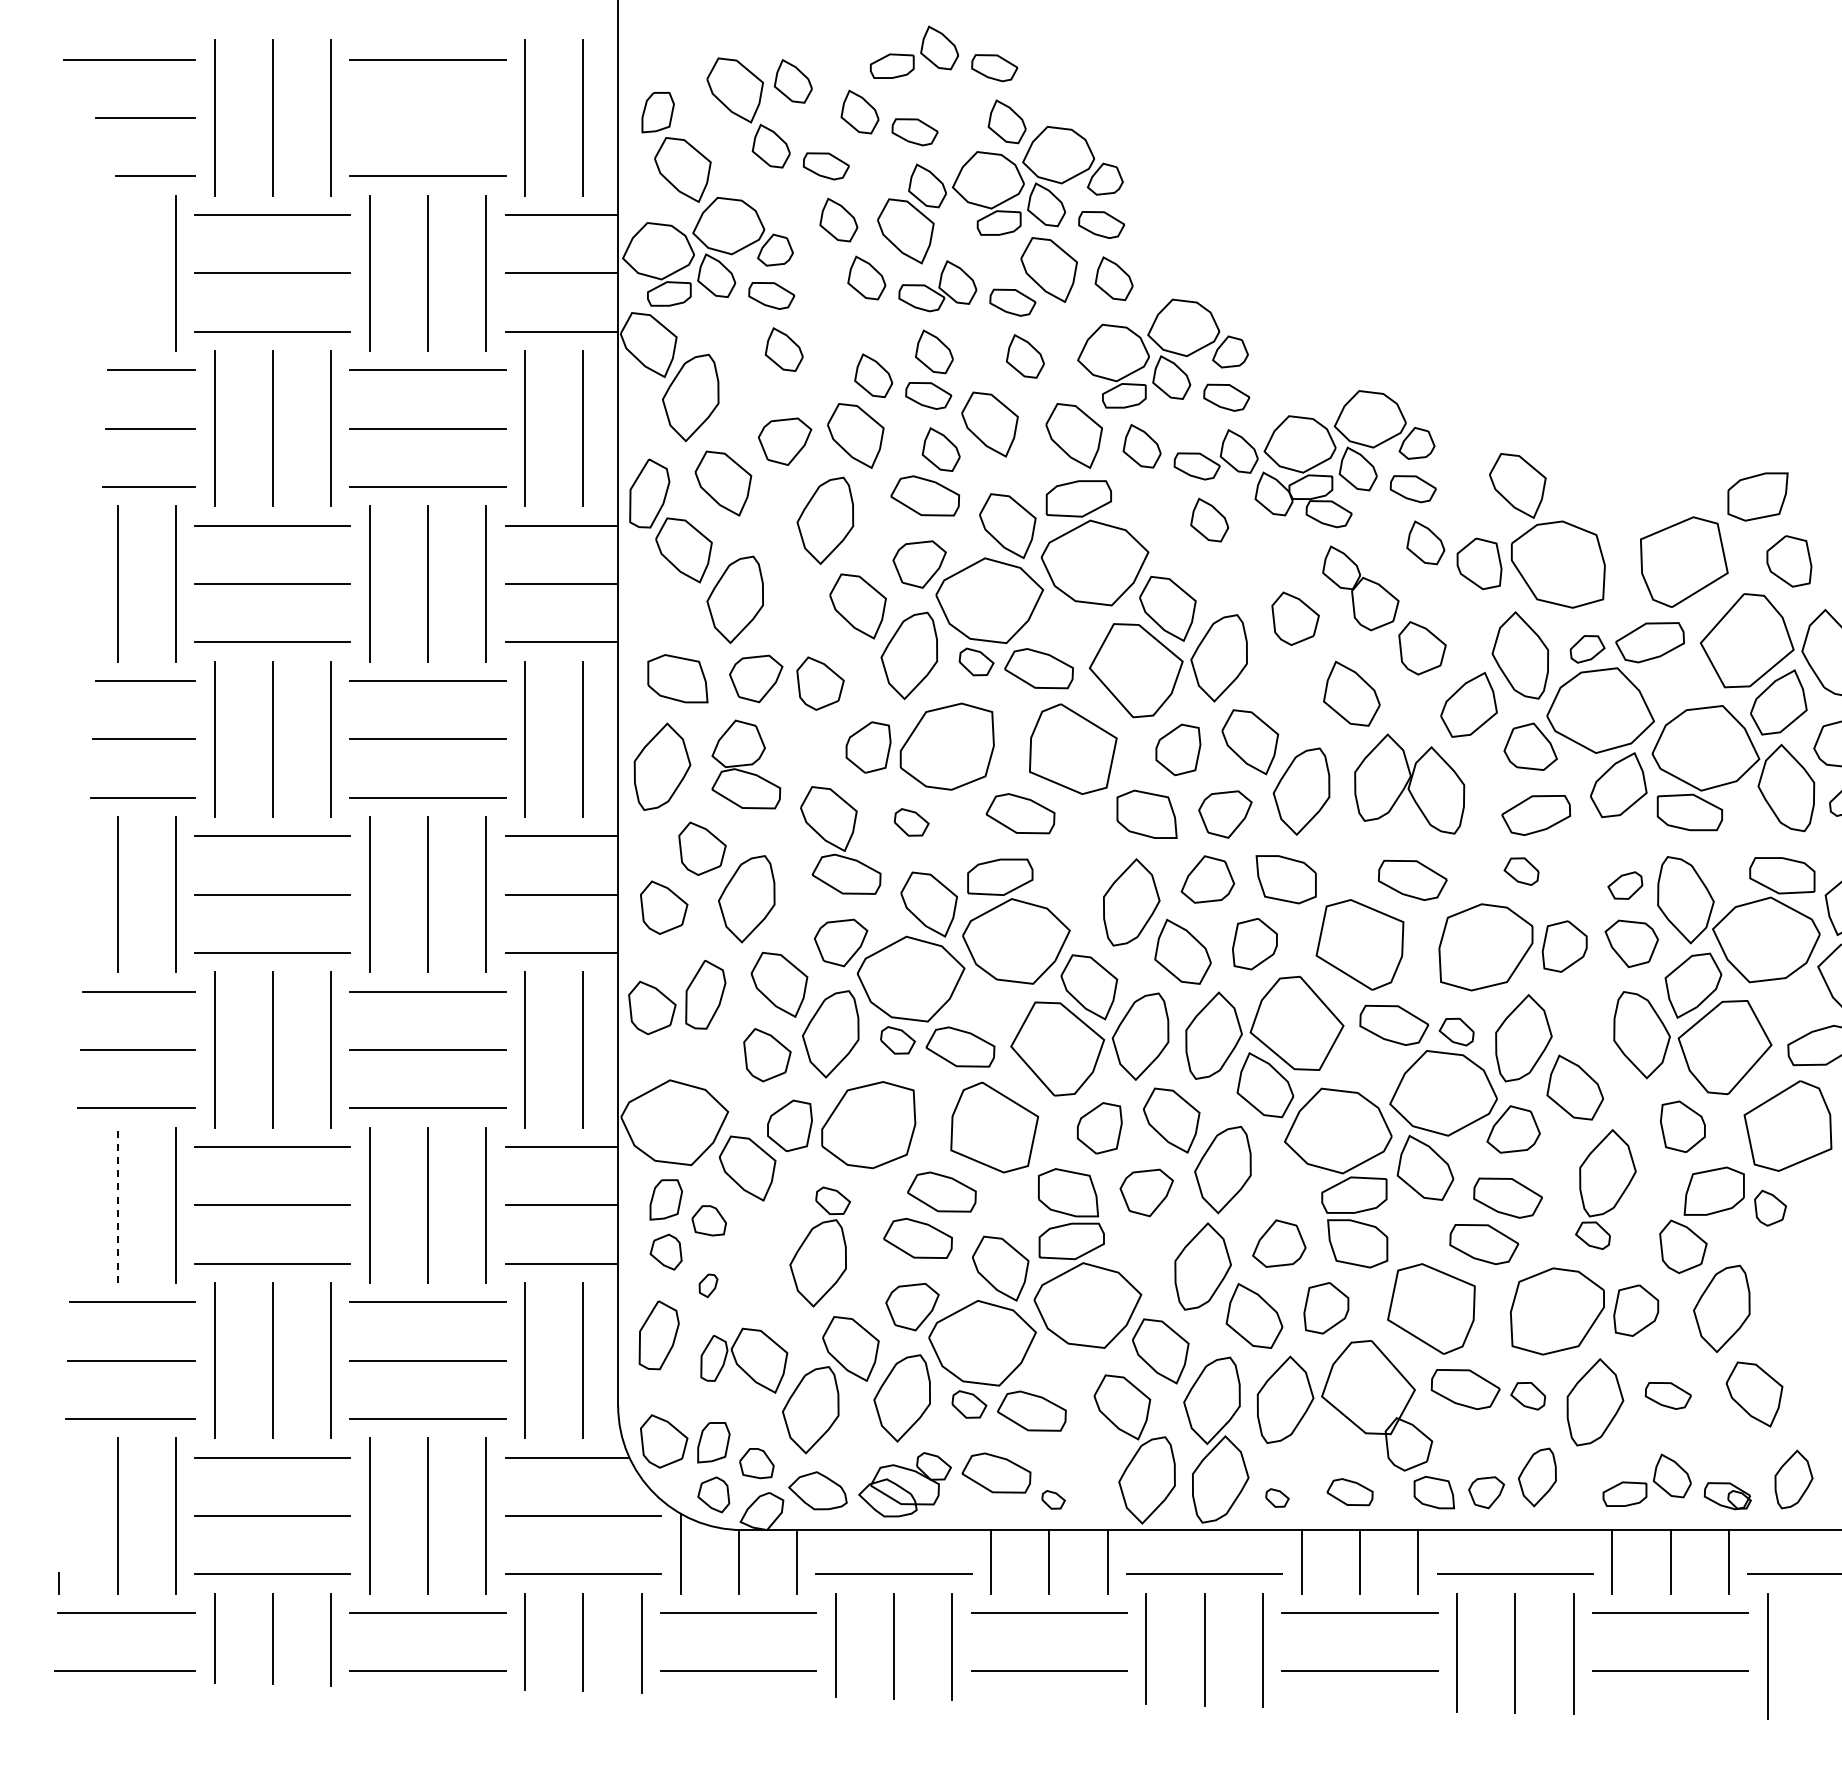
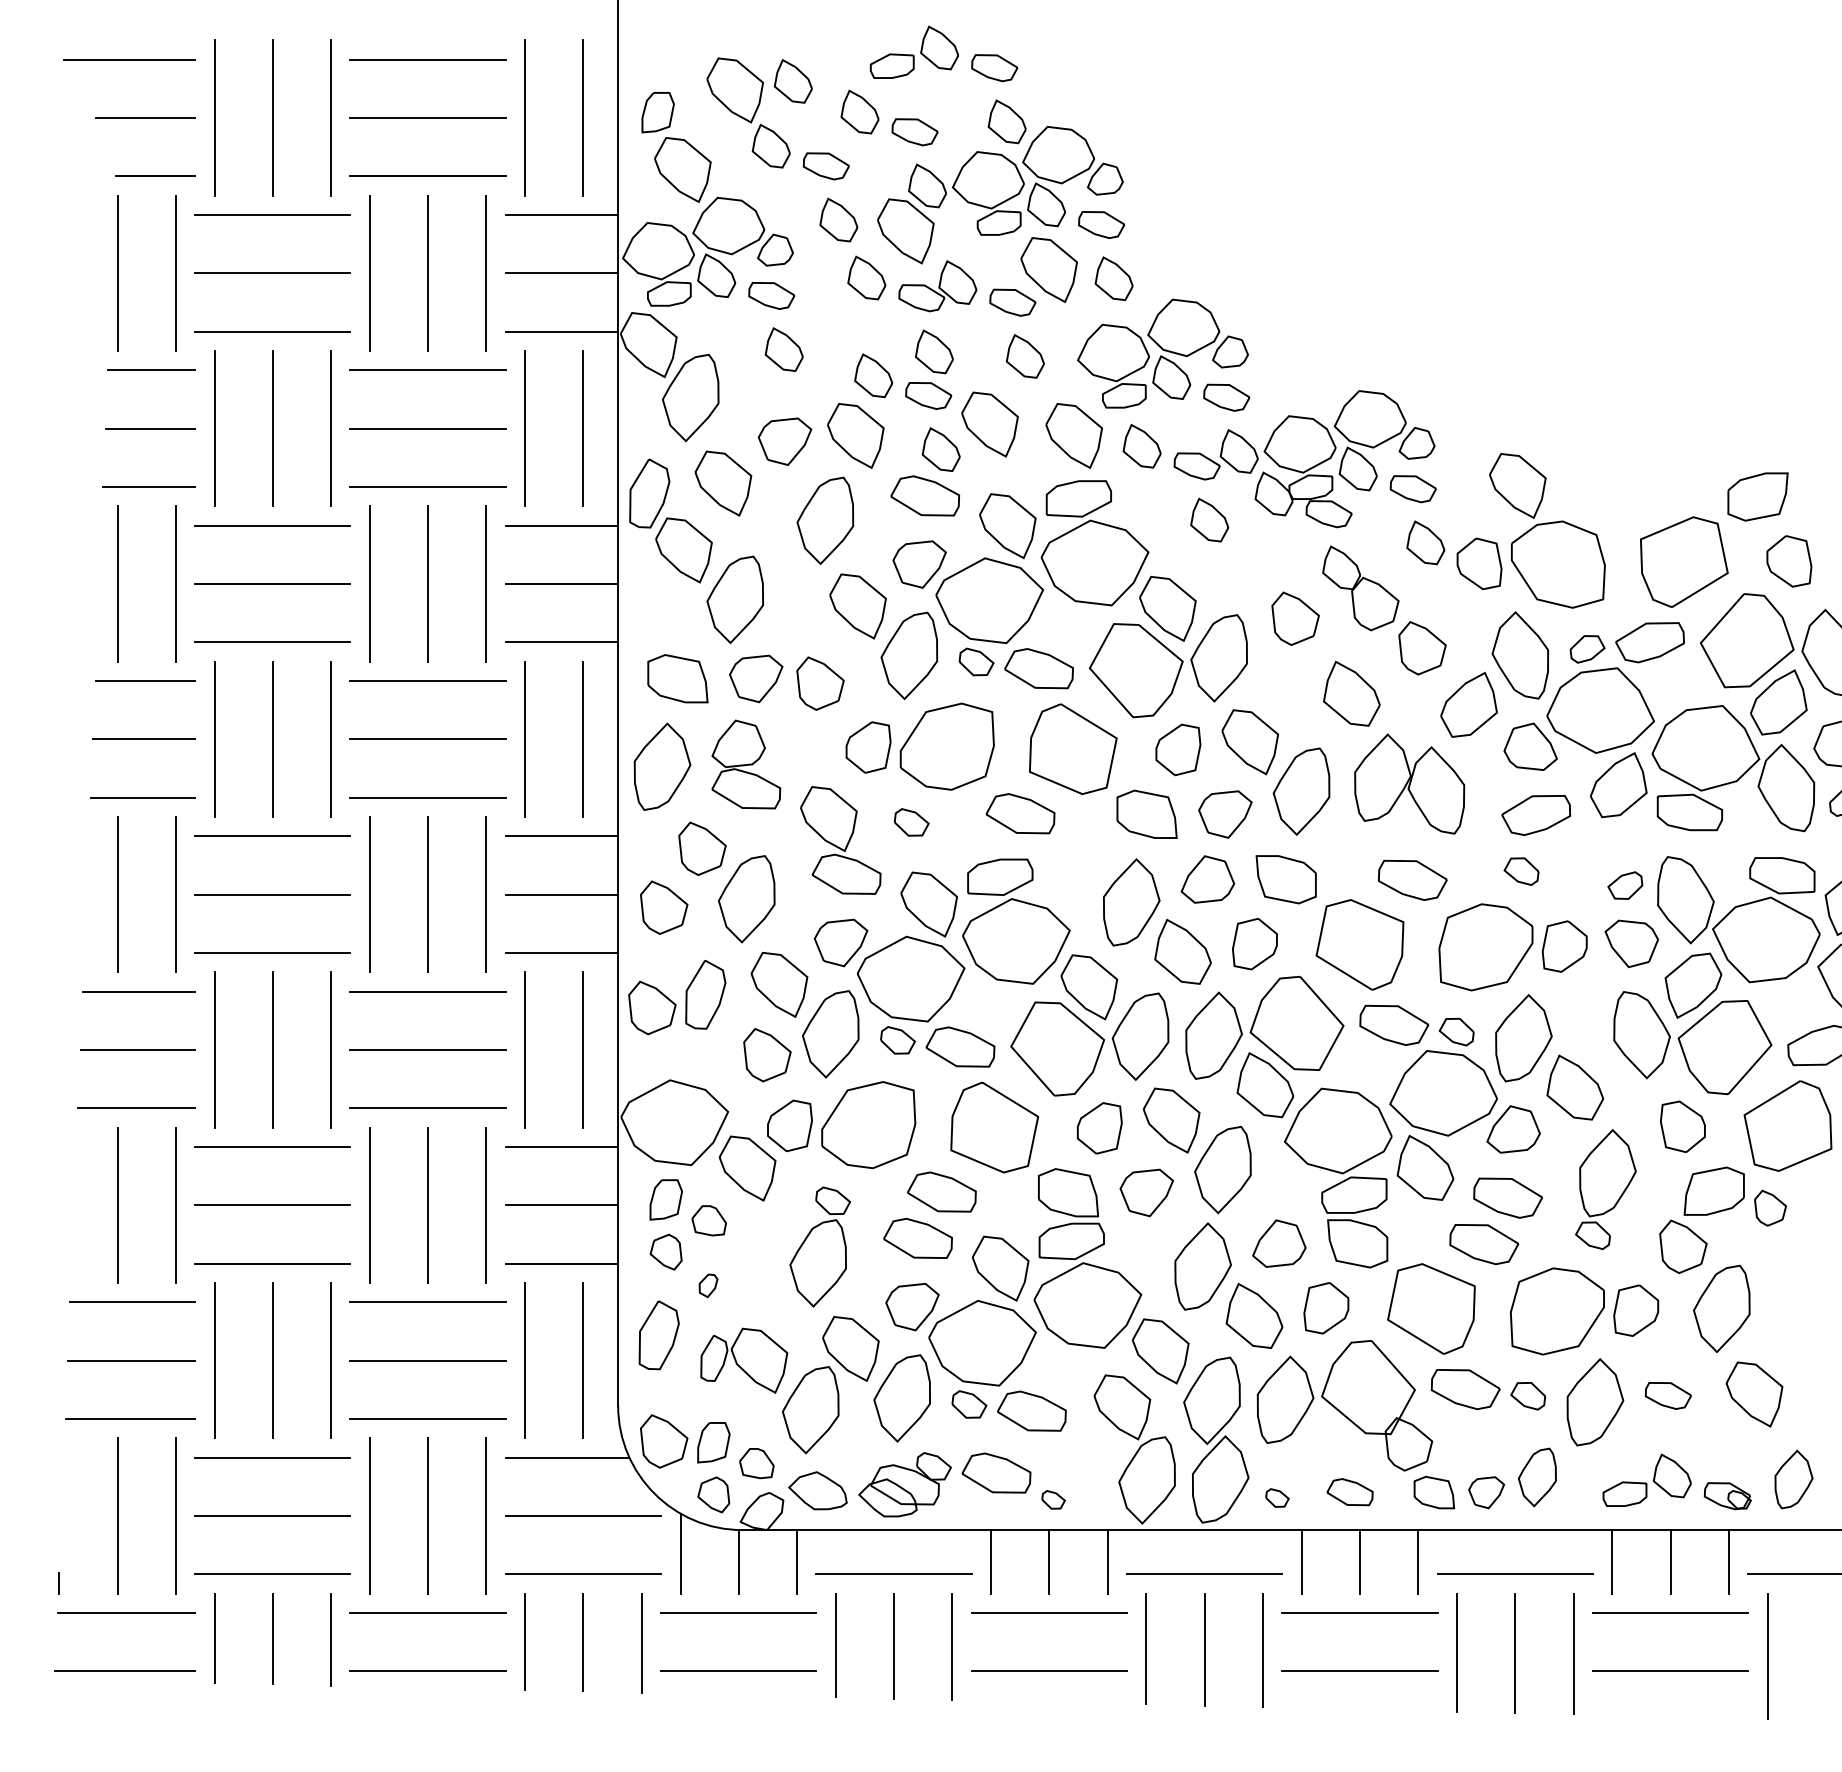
line at (427, 118): none -> present
line at (117, 273): none -> present
line at (117, 1205): dashed -> solid
